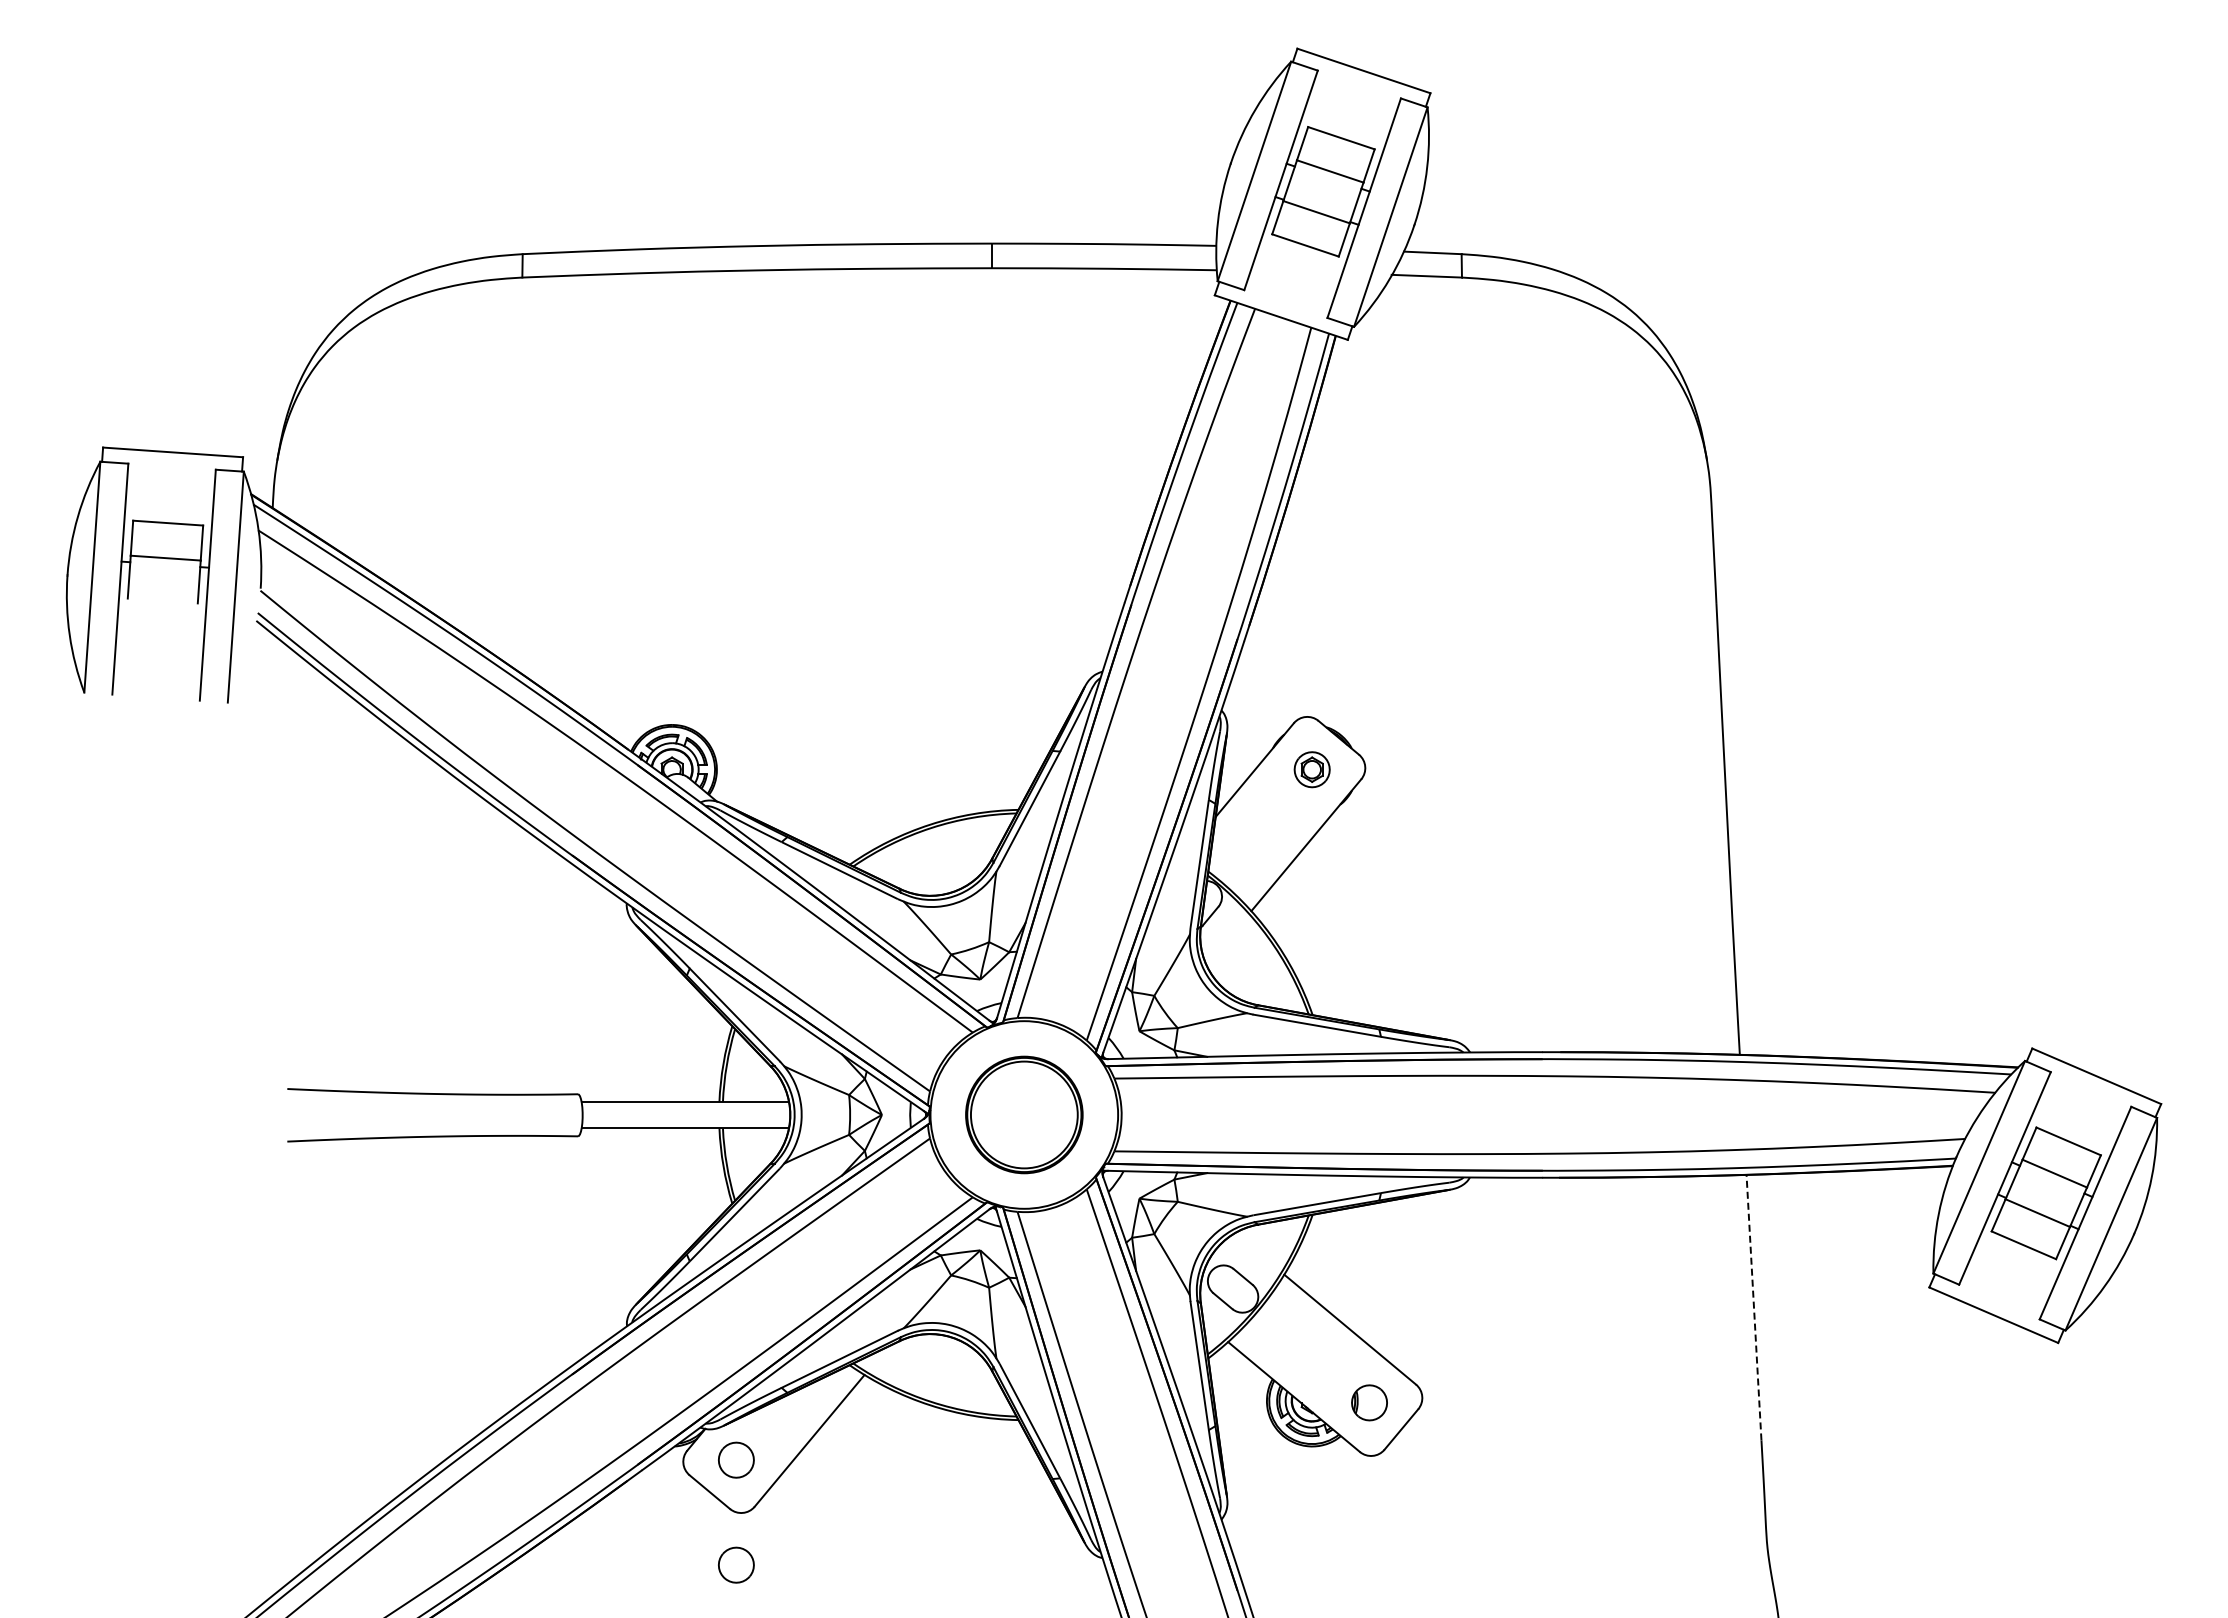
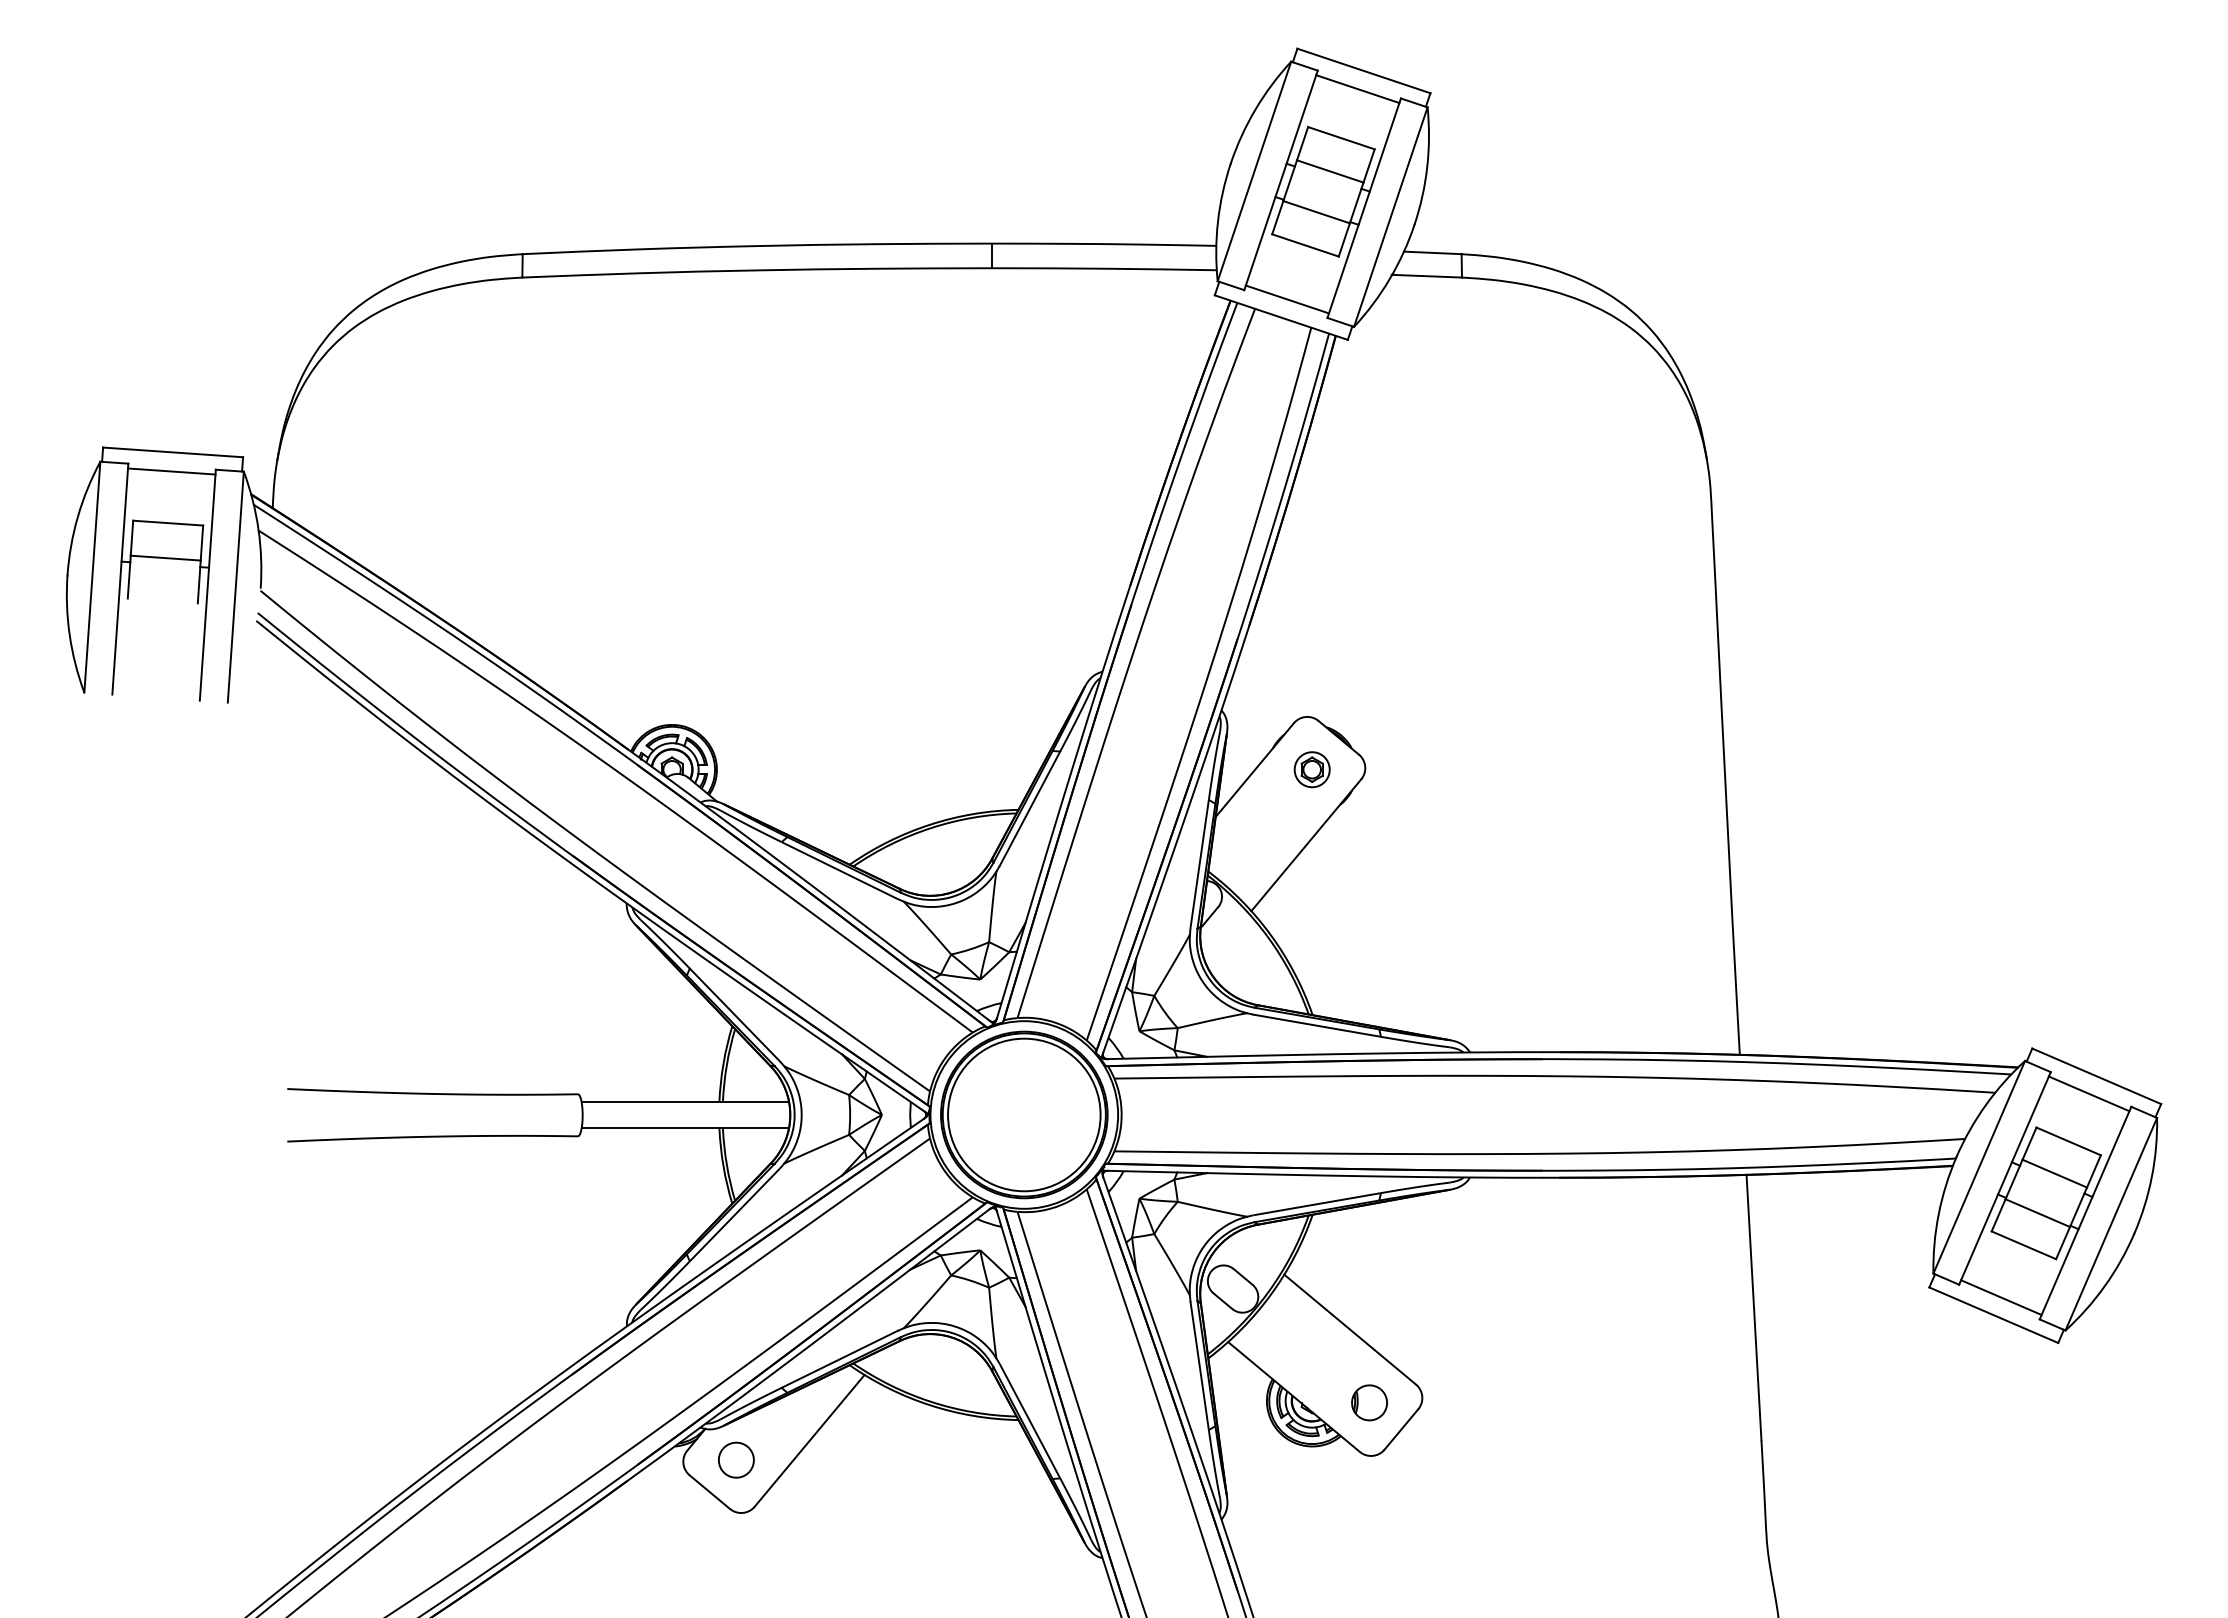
line at (1357, 89): none -> present
line at (1286, 299): none -> present
line at (171, 471): none -> present
line at (2088, 1093): none -> present
part at (1024, 1114) size: 119x120 px -> 169x170 px
line at (2001, 1297): none -> present
line at (1753, 1307): dashed -> solid
part at (736, 1564): present -> none
